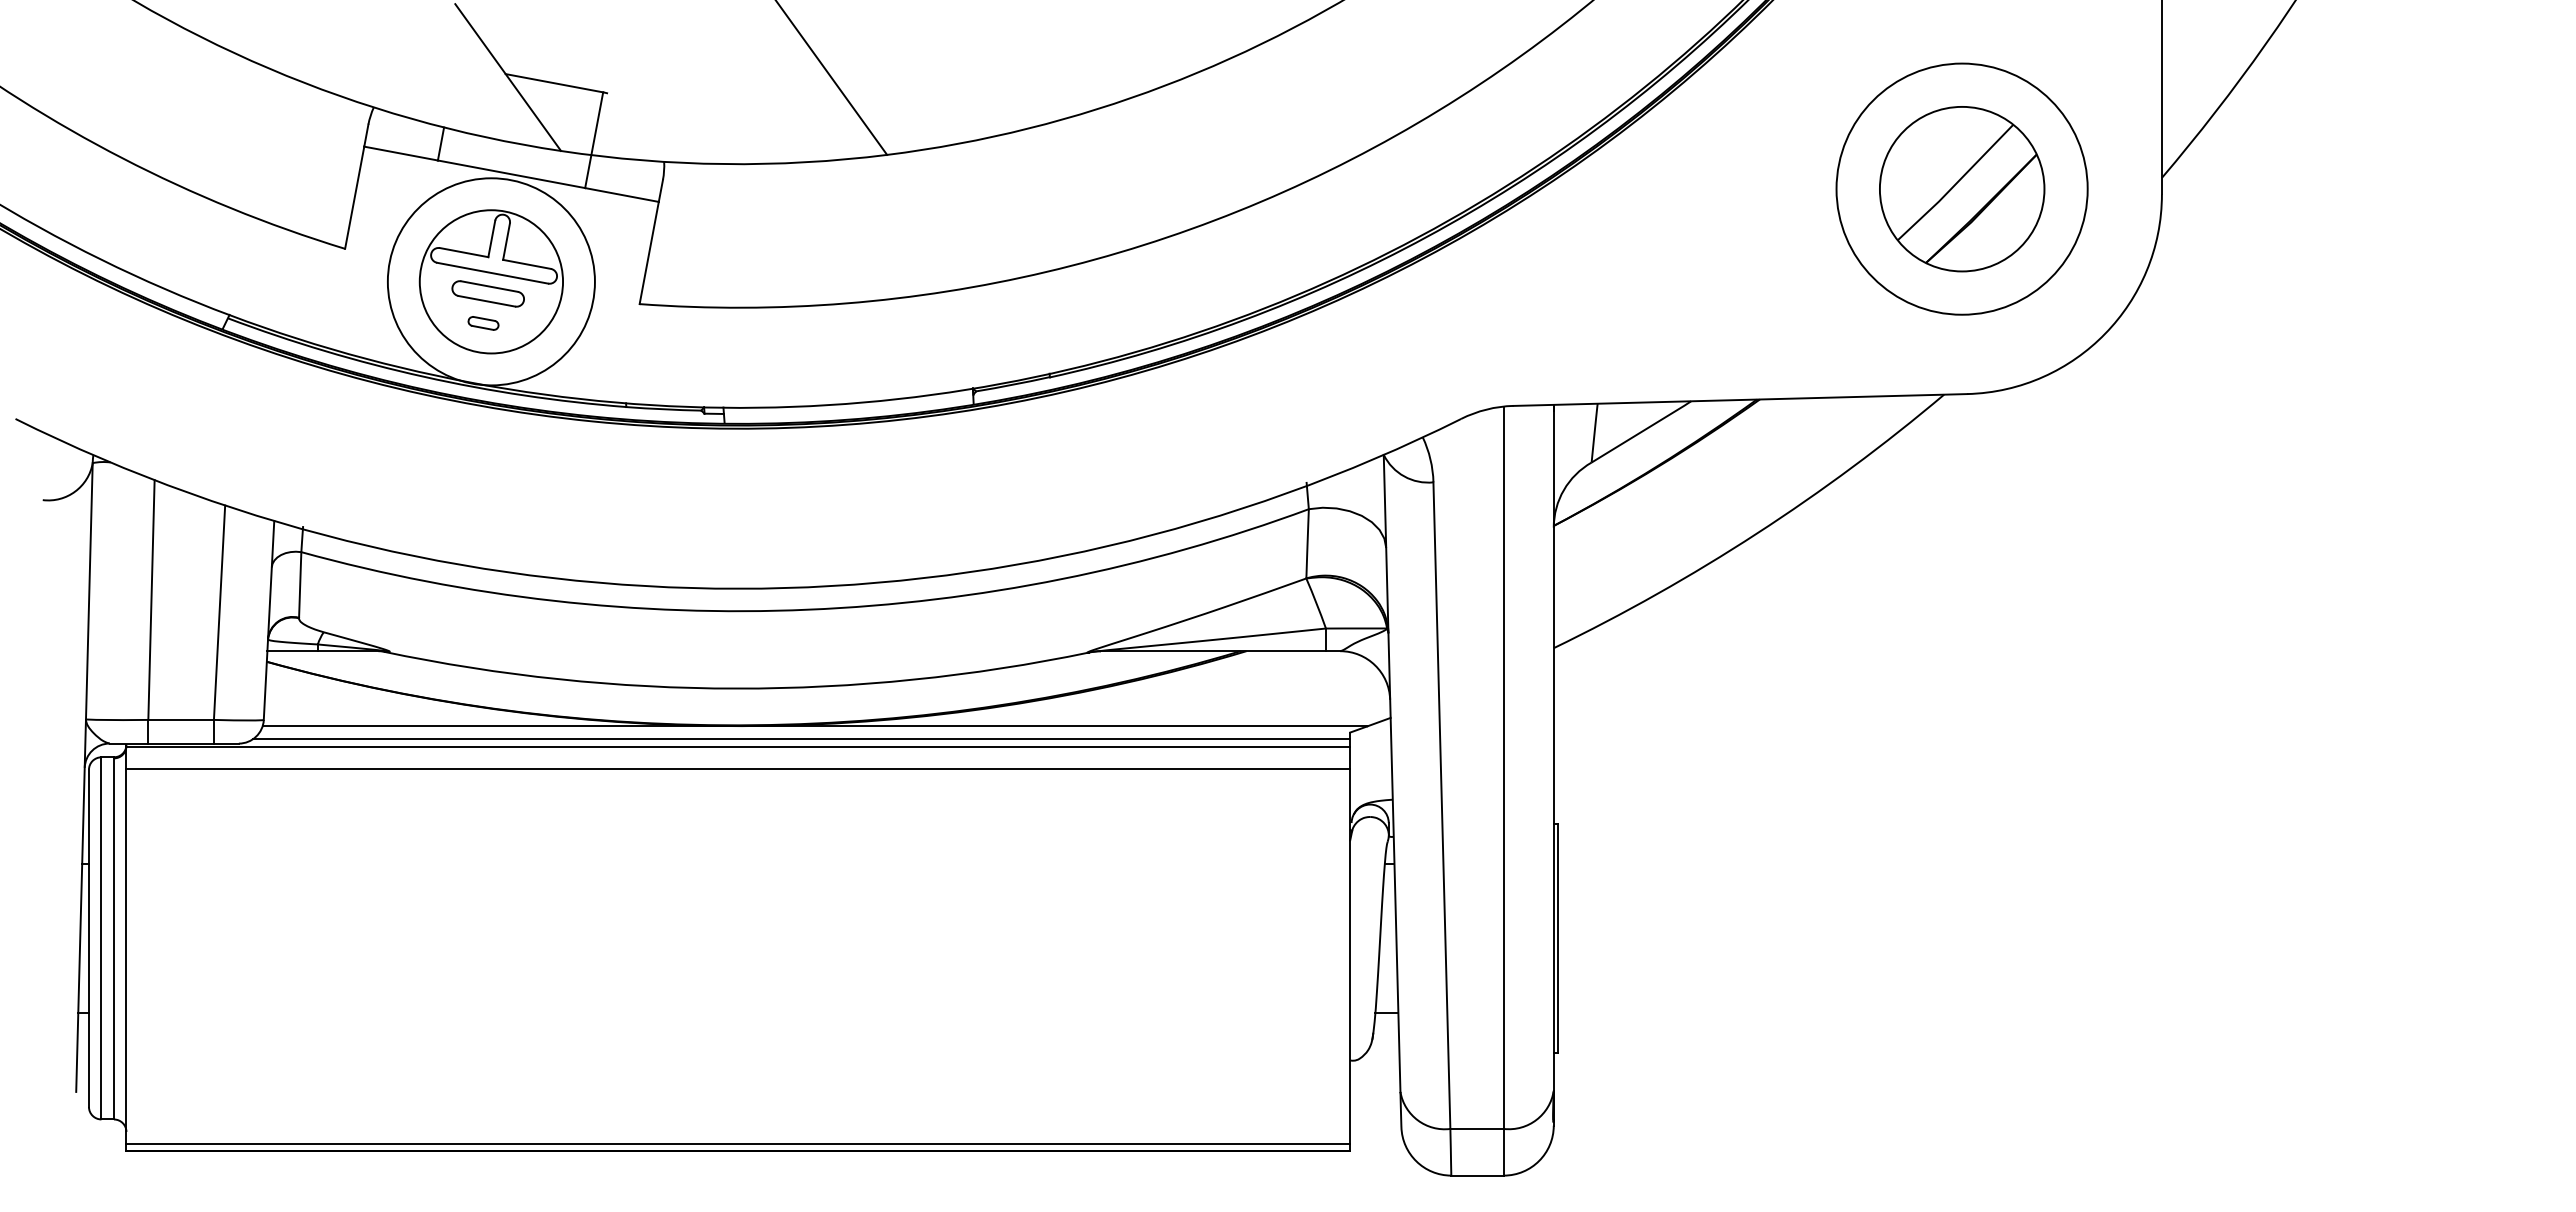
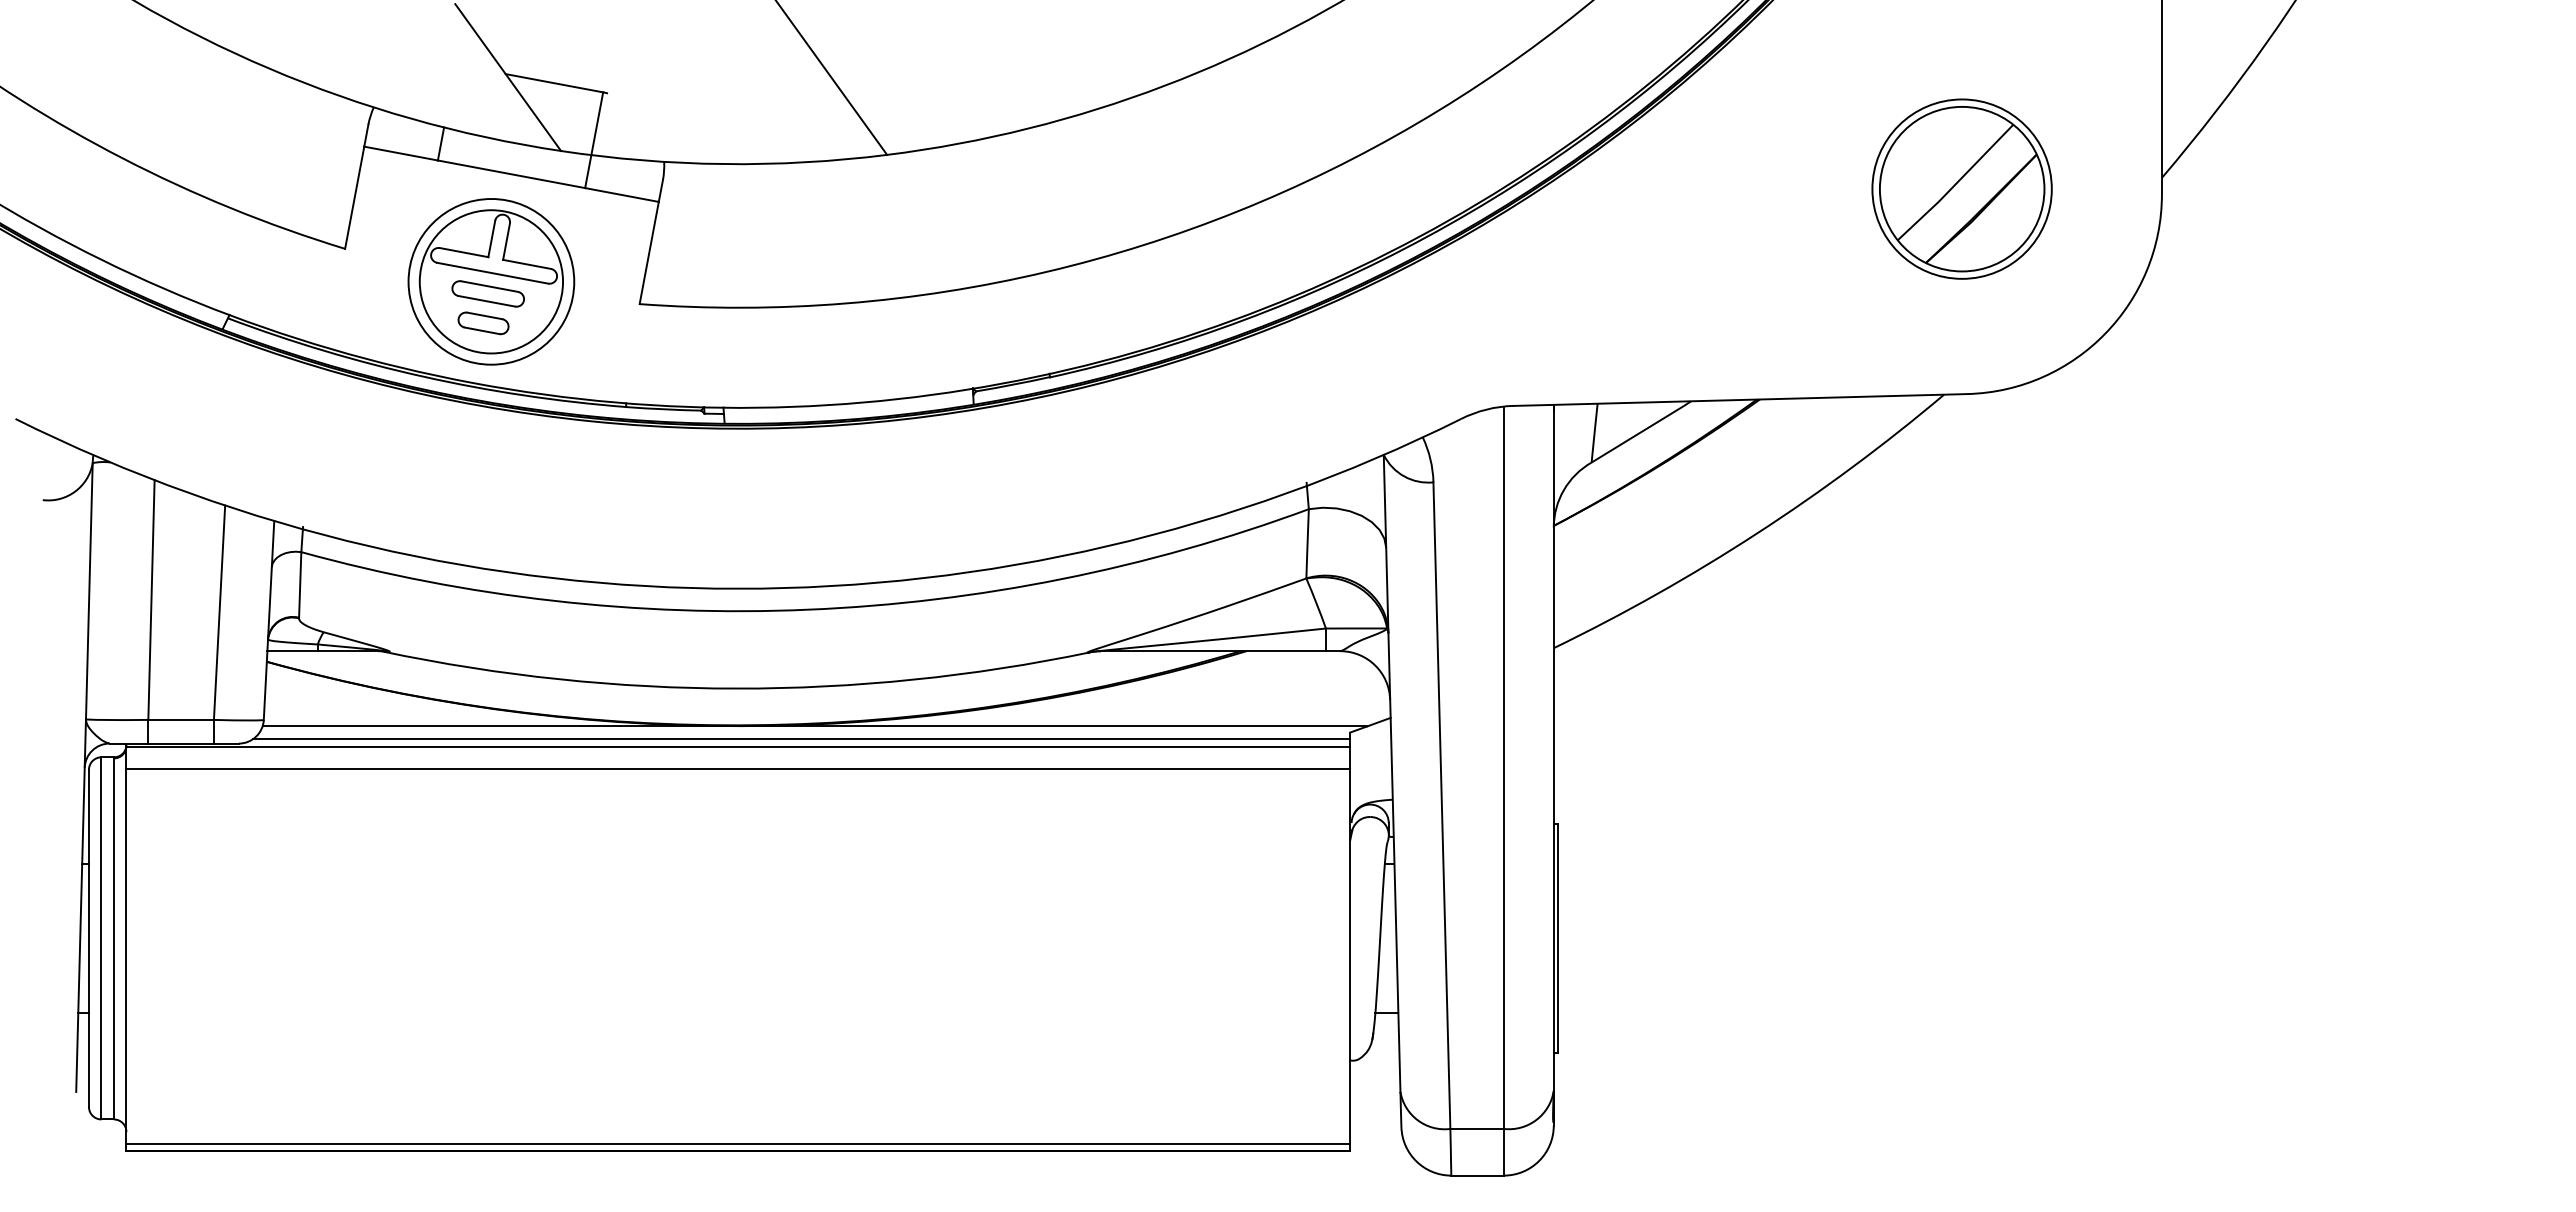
circle at (1961, 188) diameter: 251 px -> 179 px
circle at (490, 281) diameter: 207 px -> 166 px
part at (483, 323) size: 33x15 px -> 53x25 px
